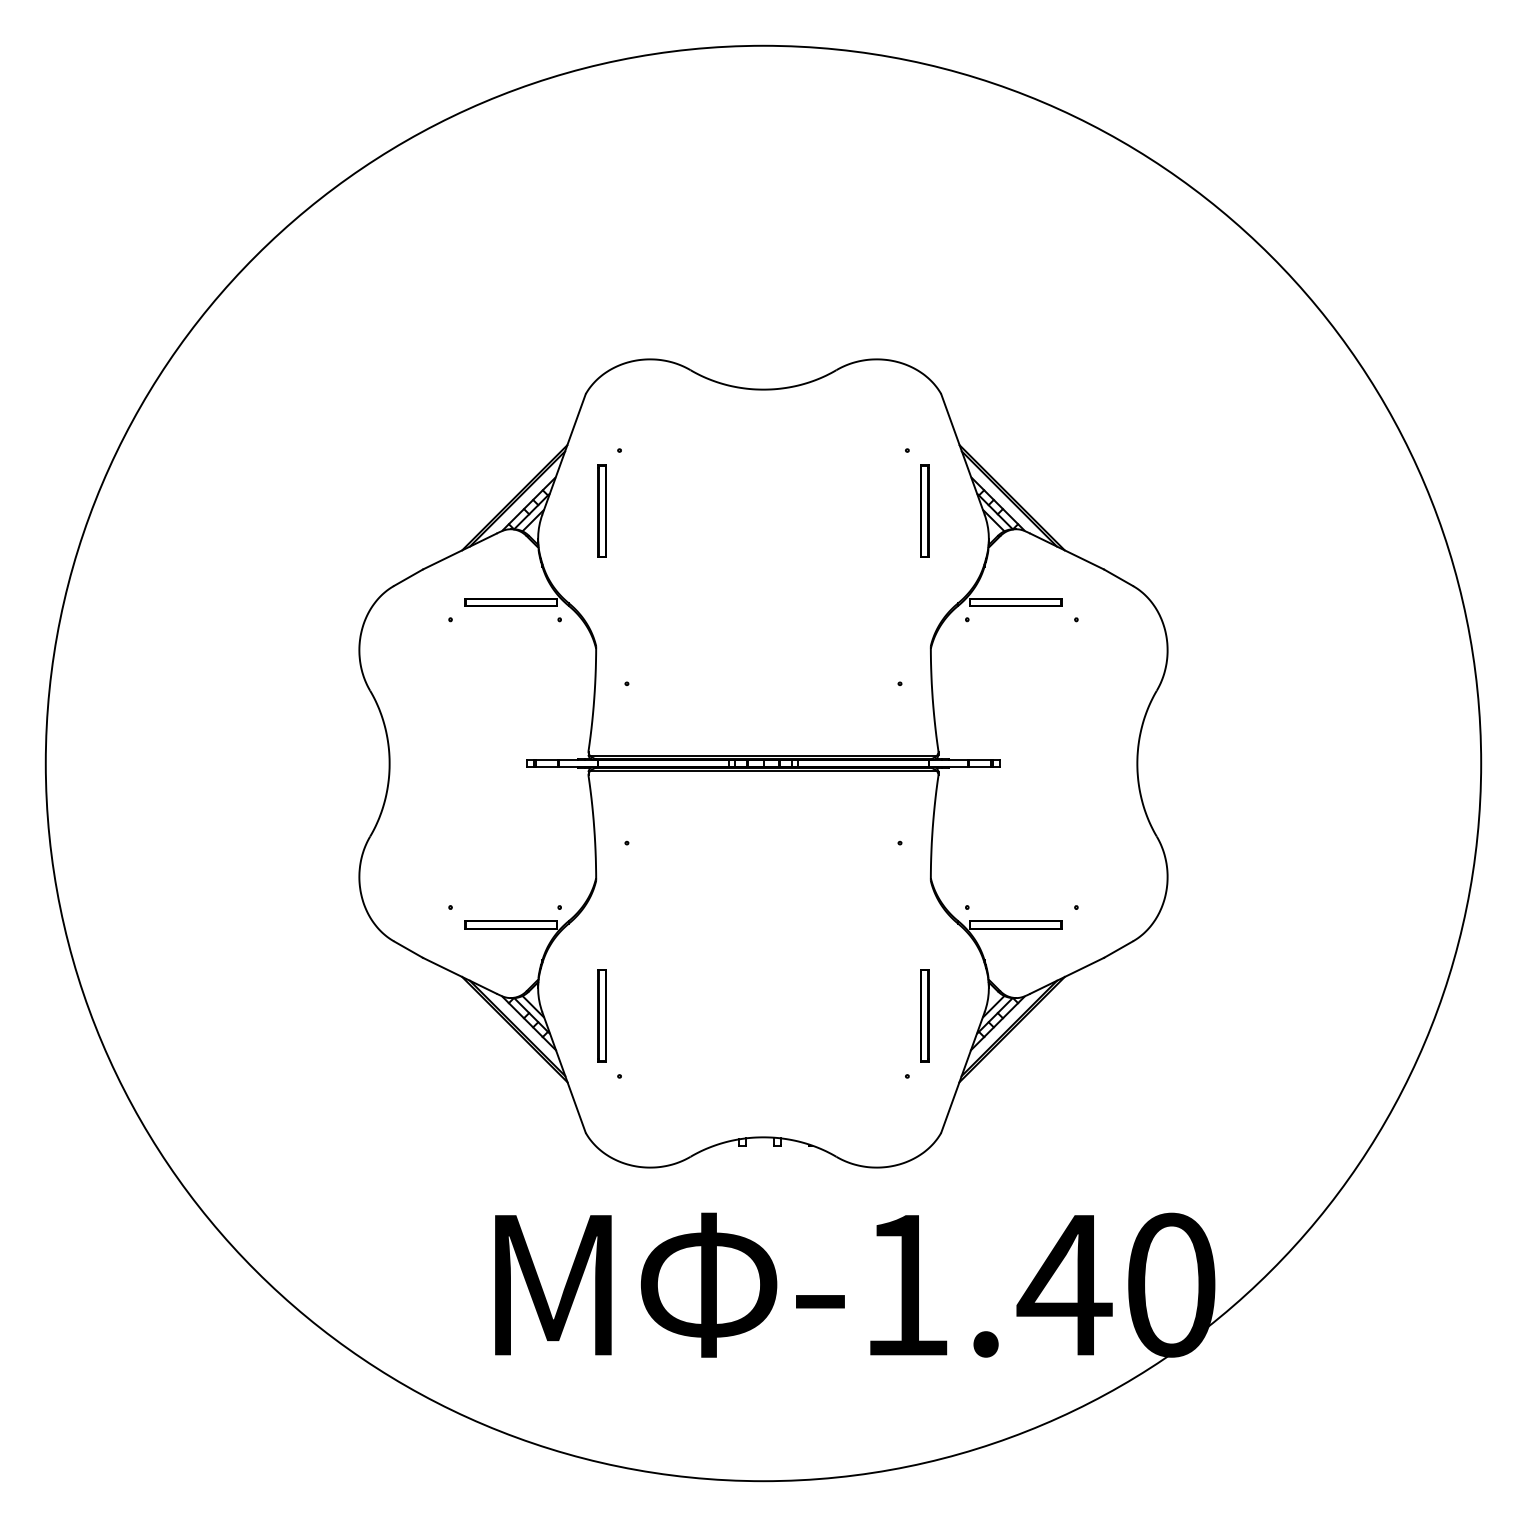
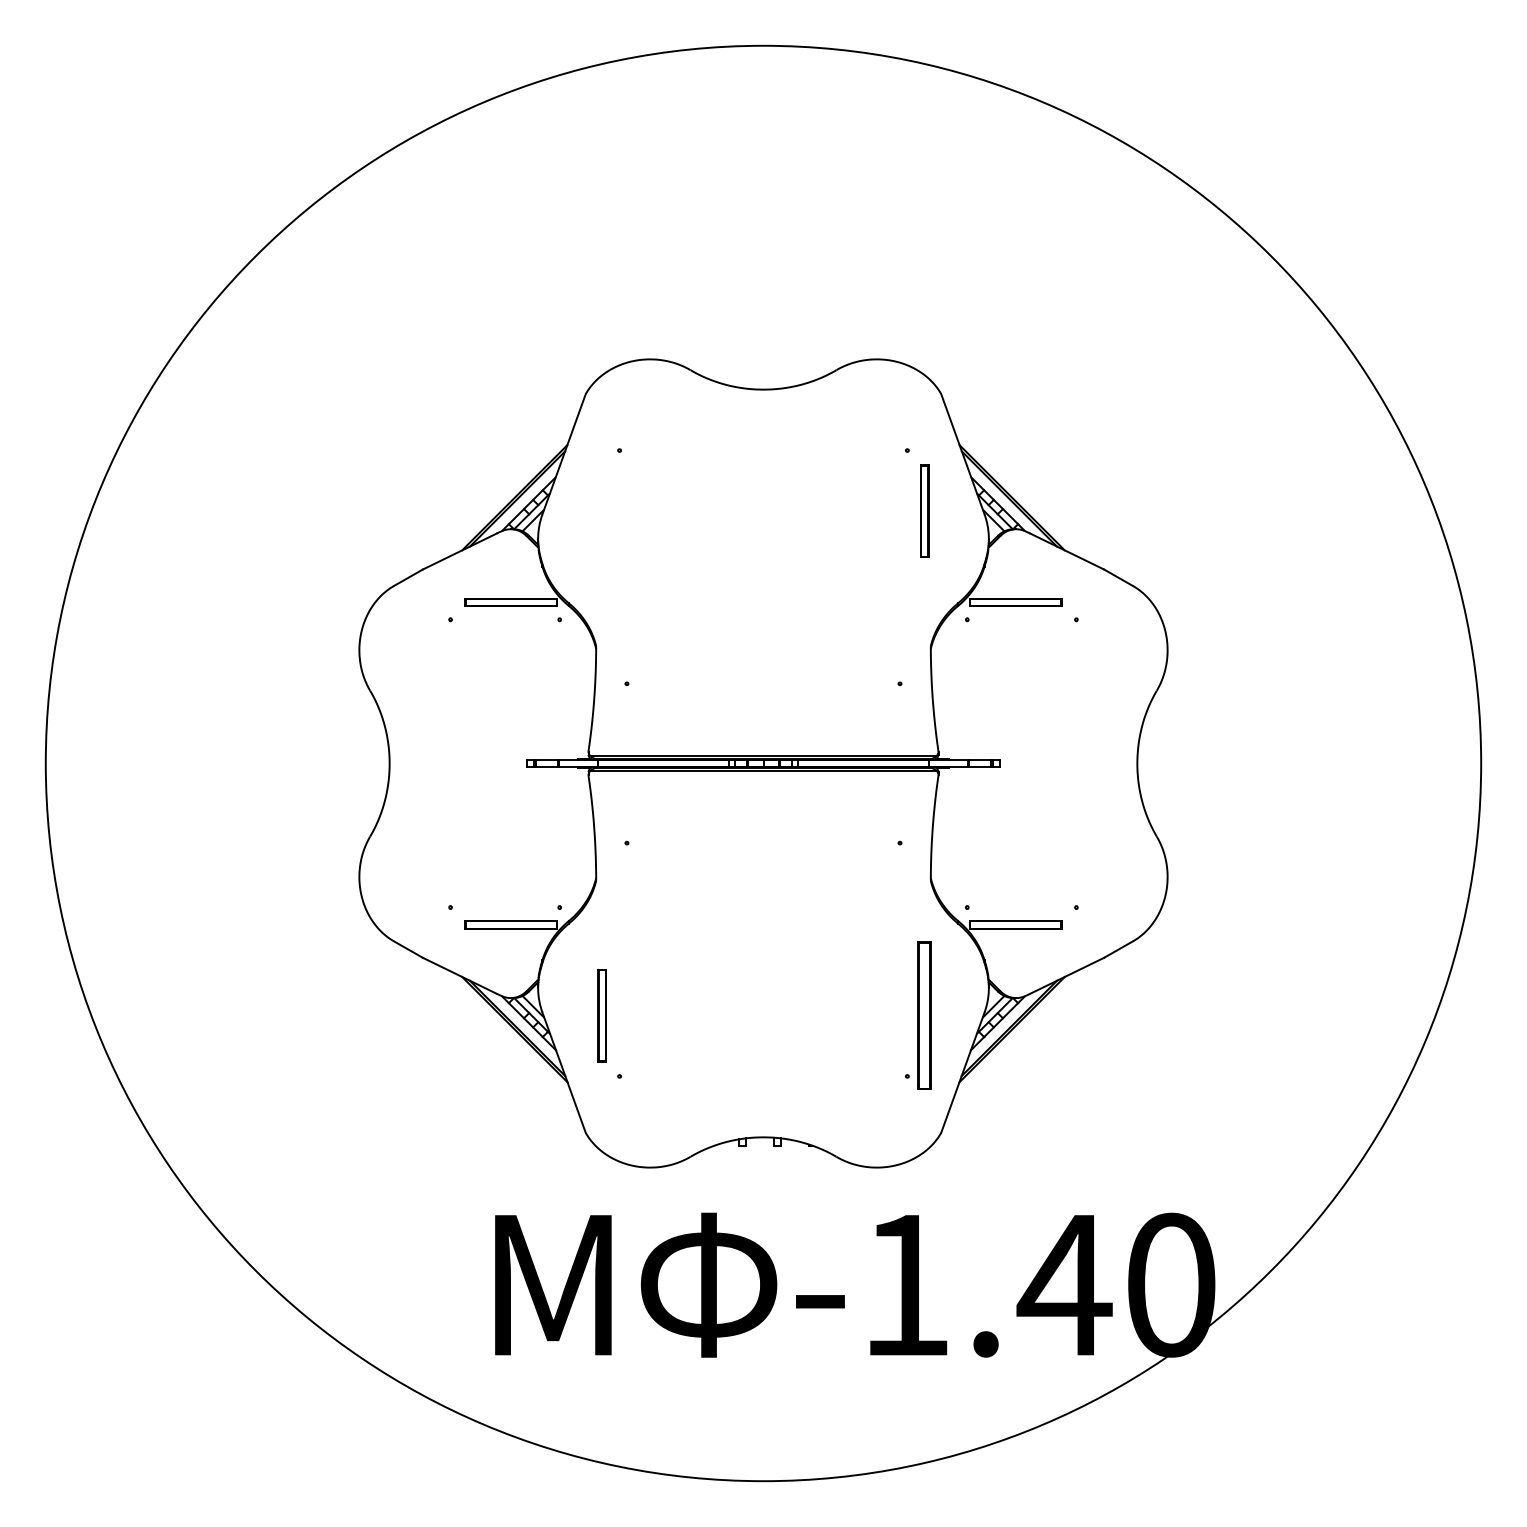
part at (601, 510): present -> none
part at (924, 1015) size: 10x94 px -> 15x149 px
